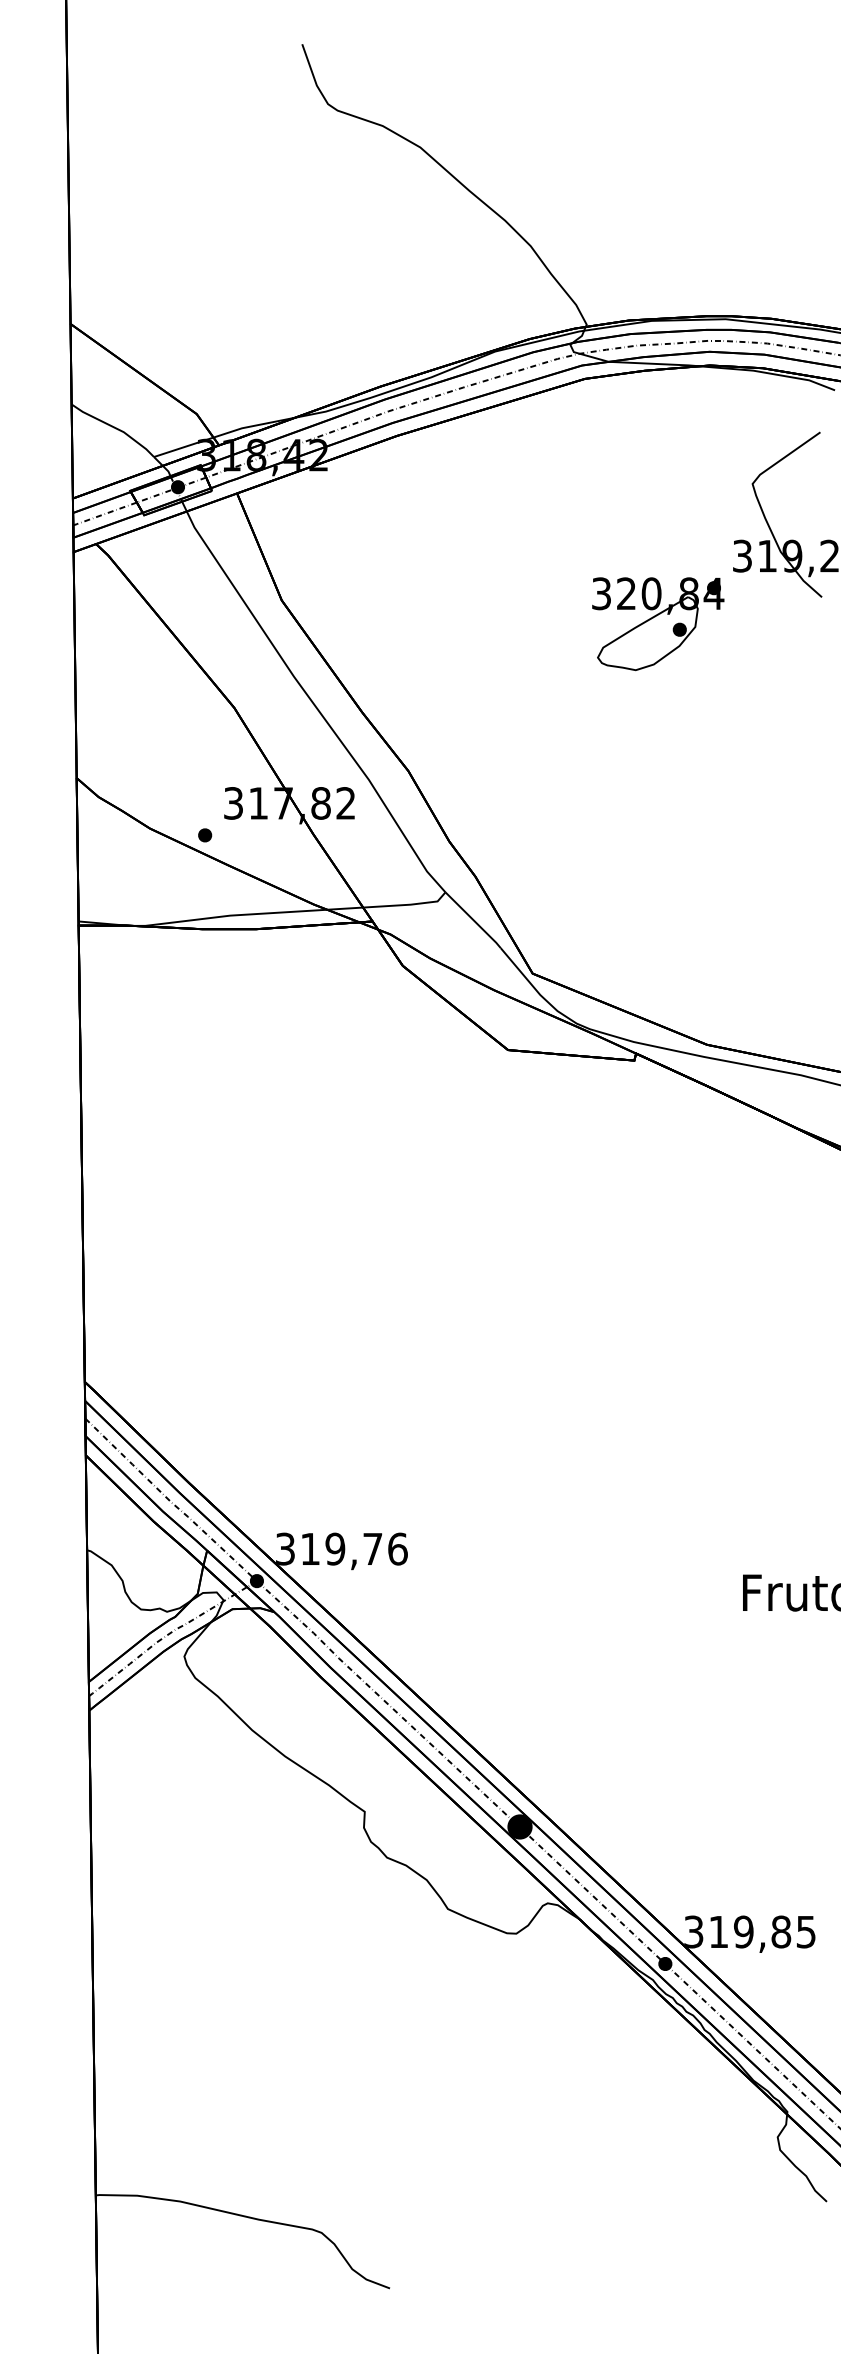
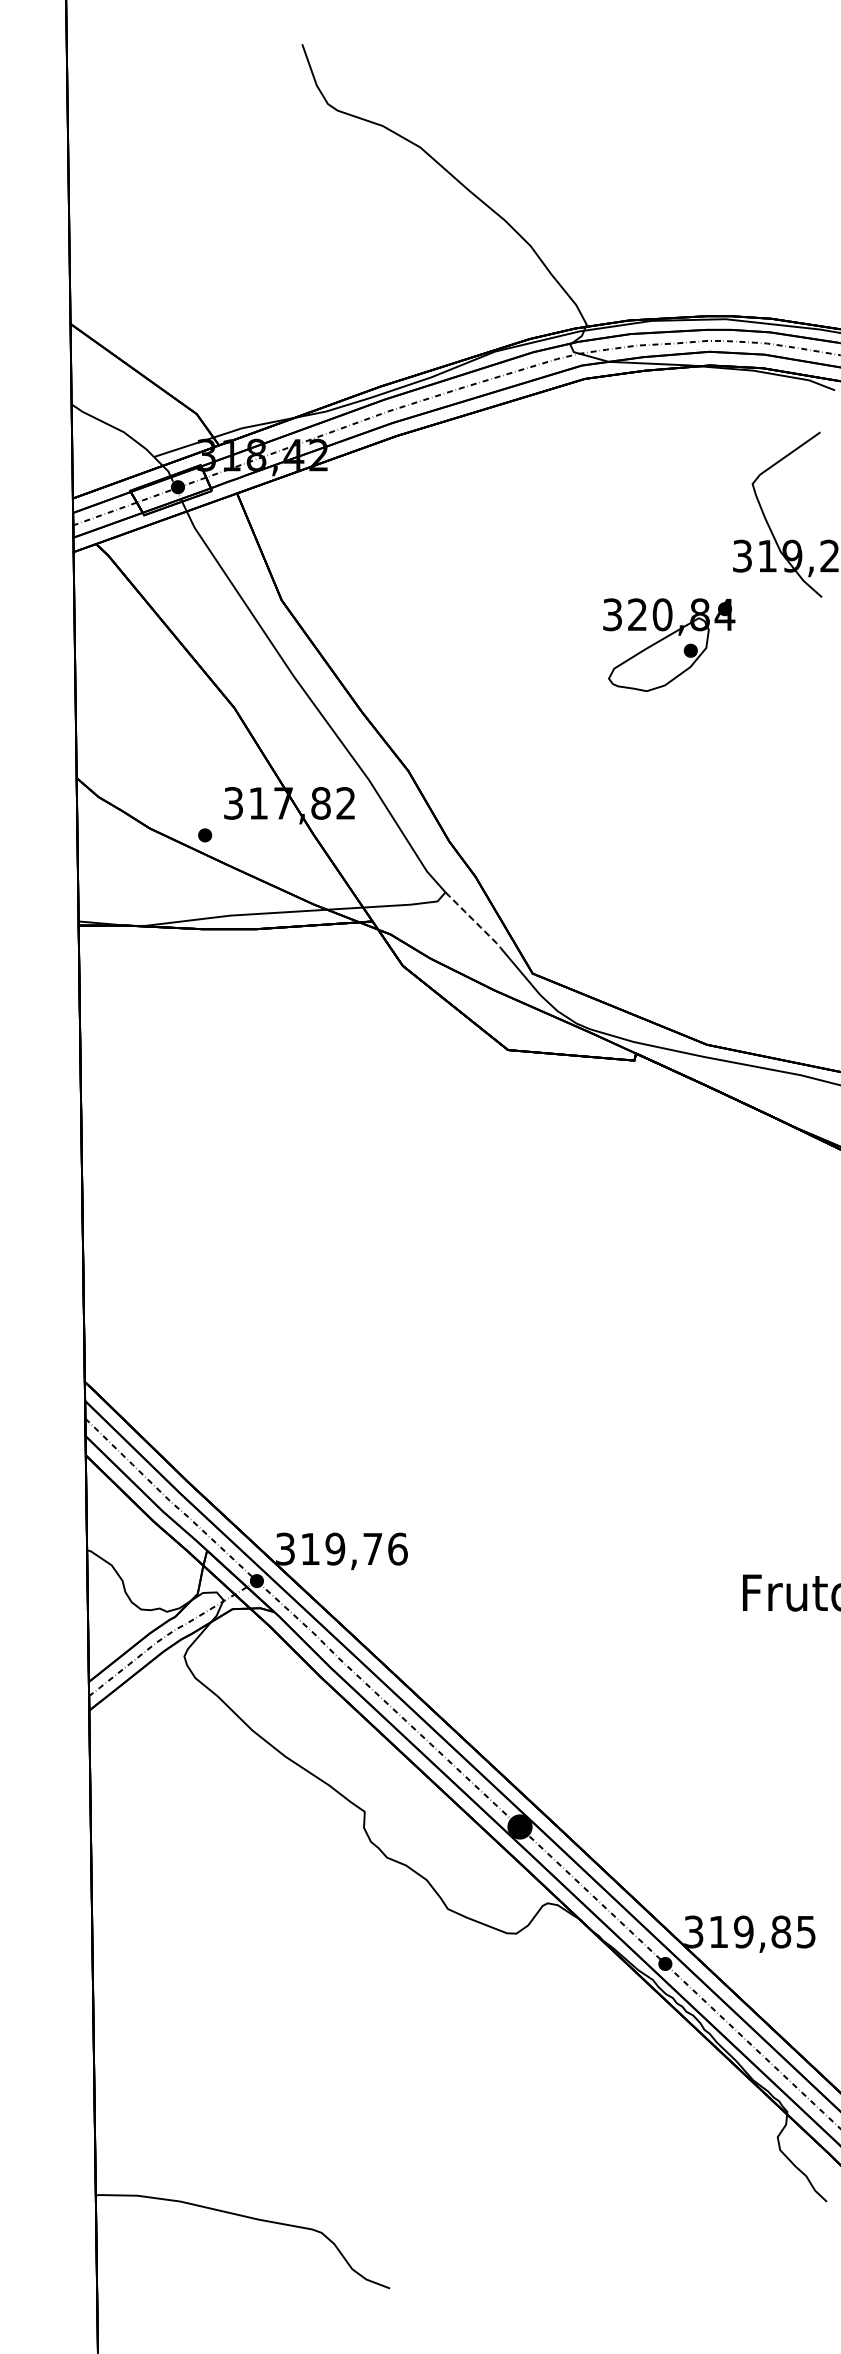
part at (658, 624) position: (658, 624) -> (669, 645)
line at (474, 921): solid -> dashed
